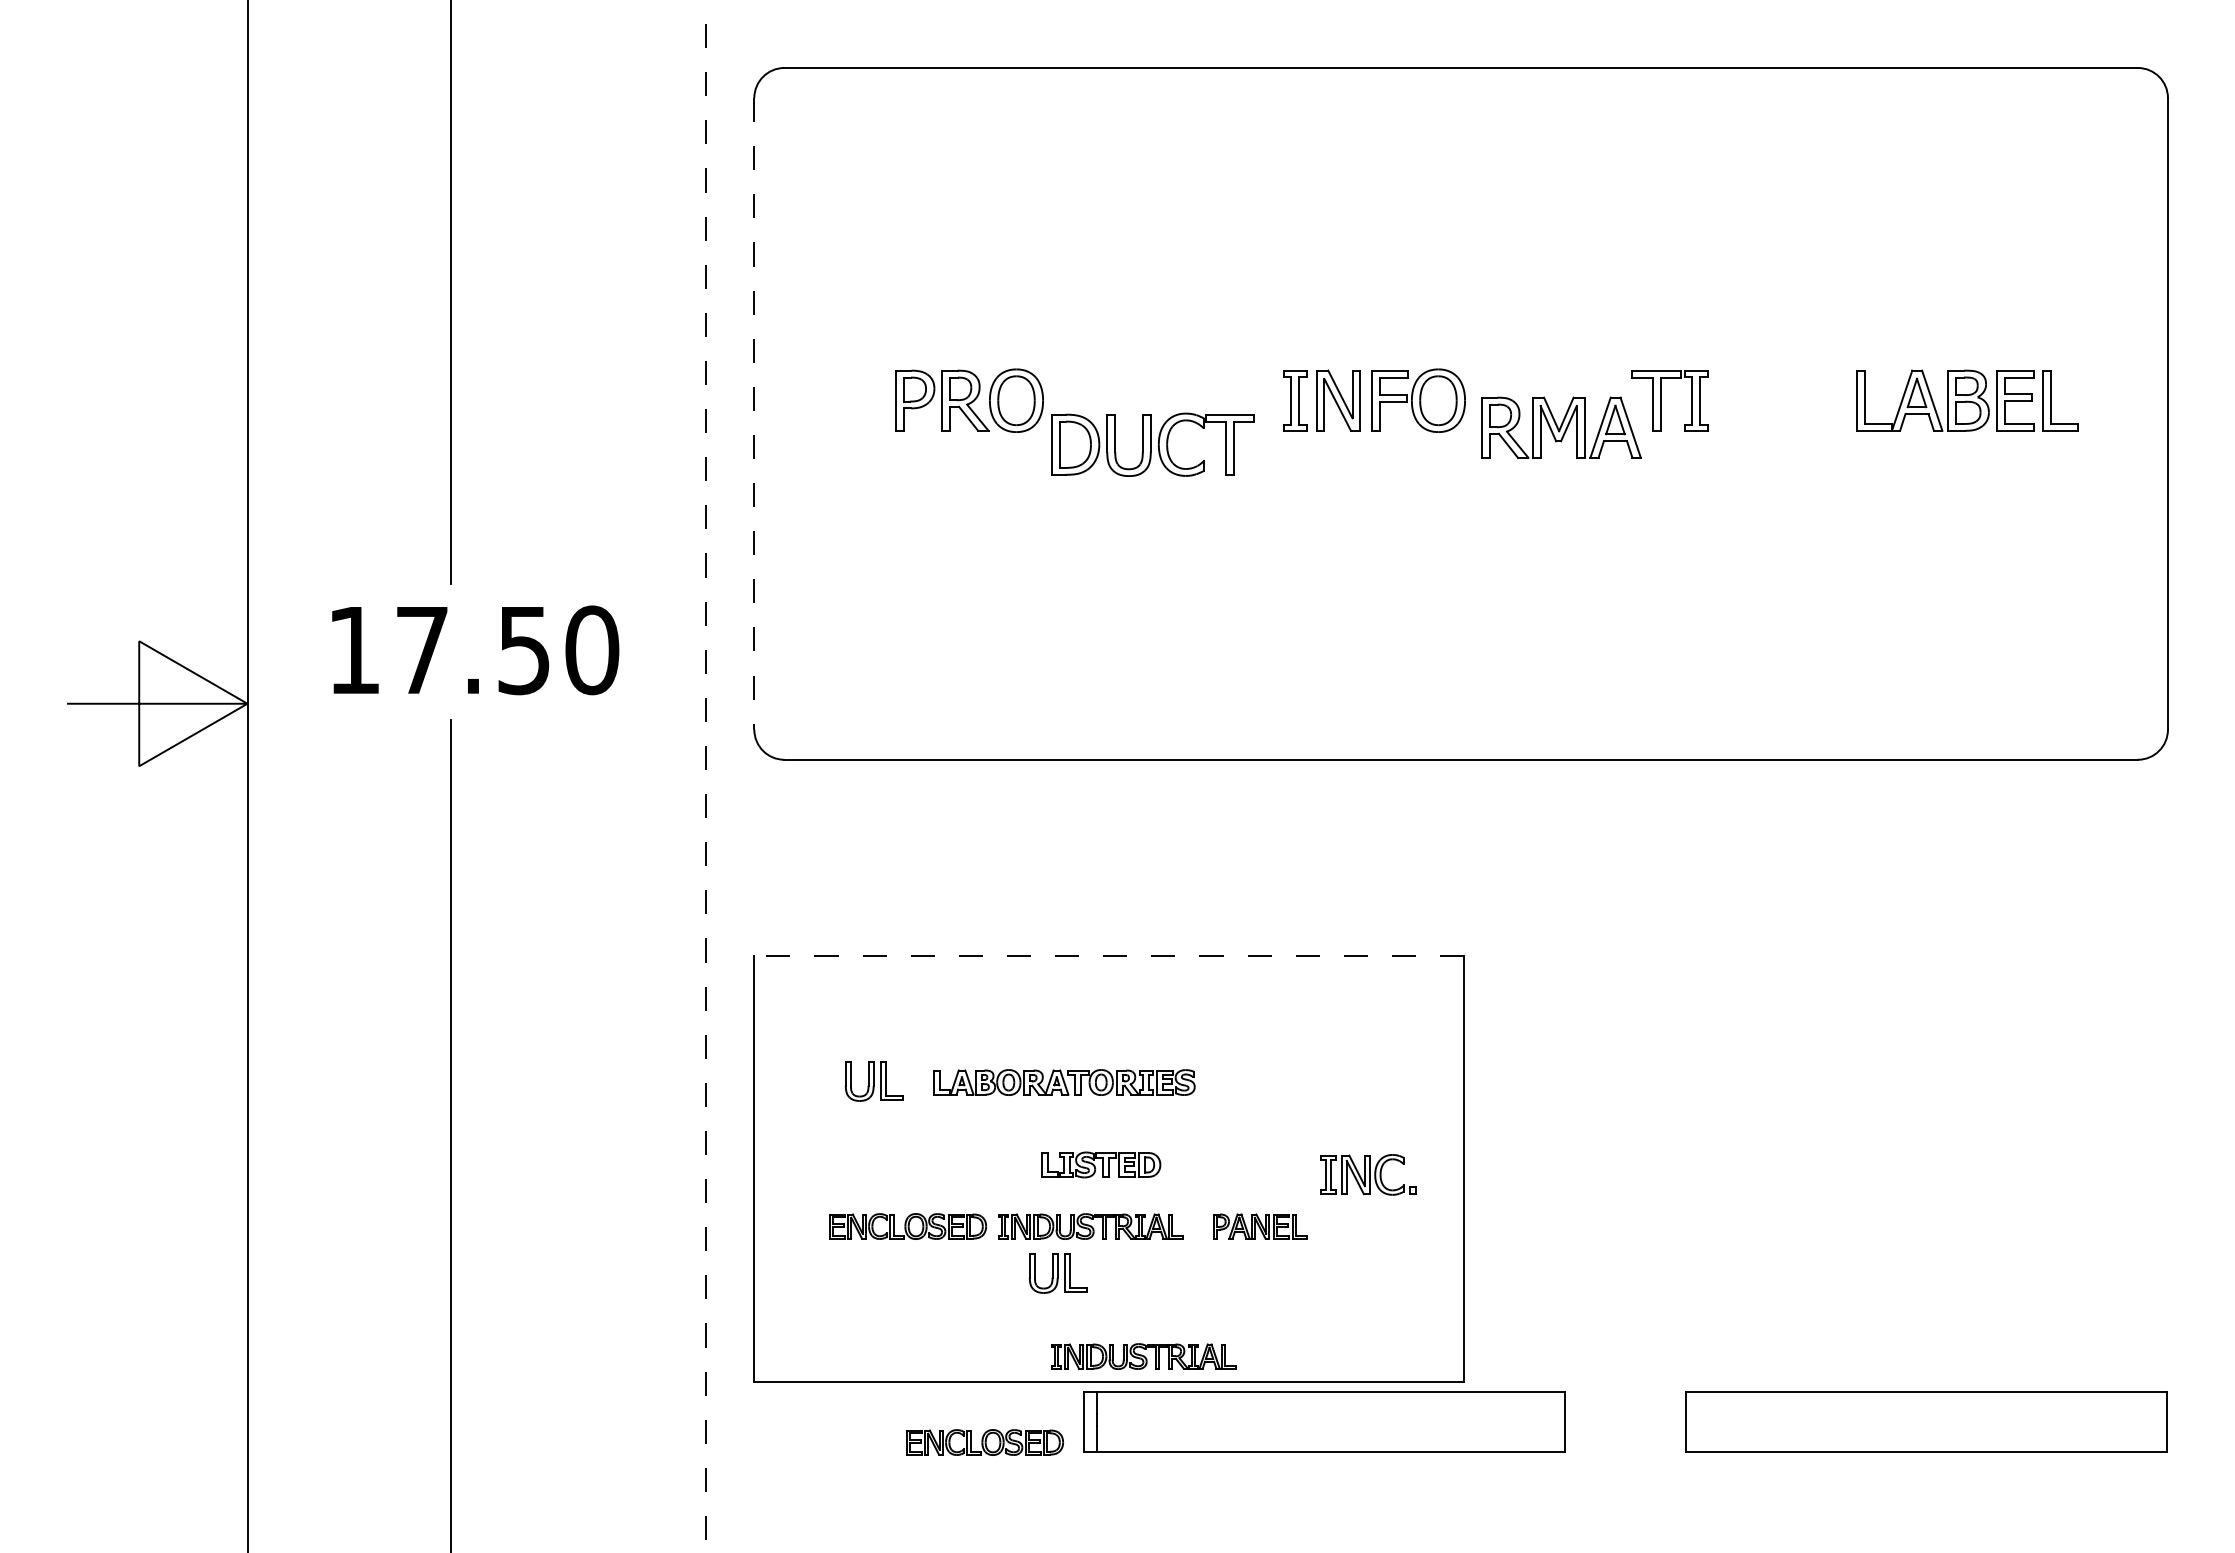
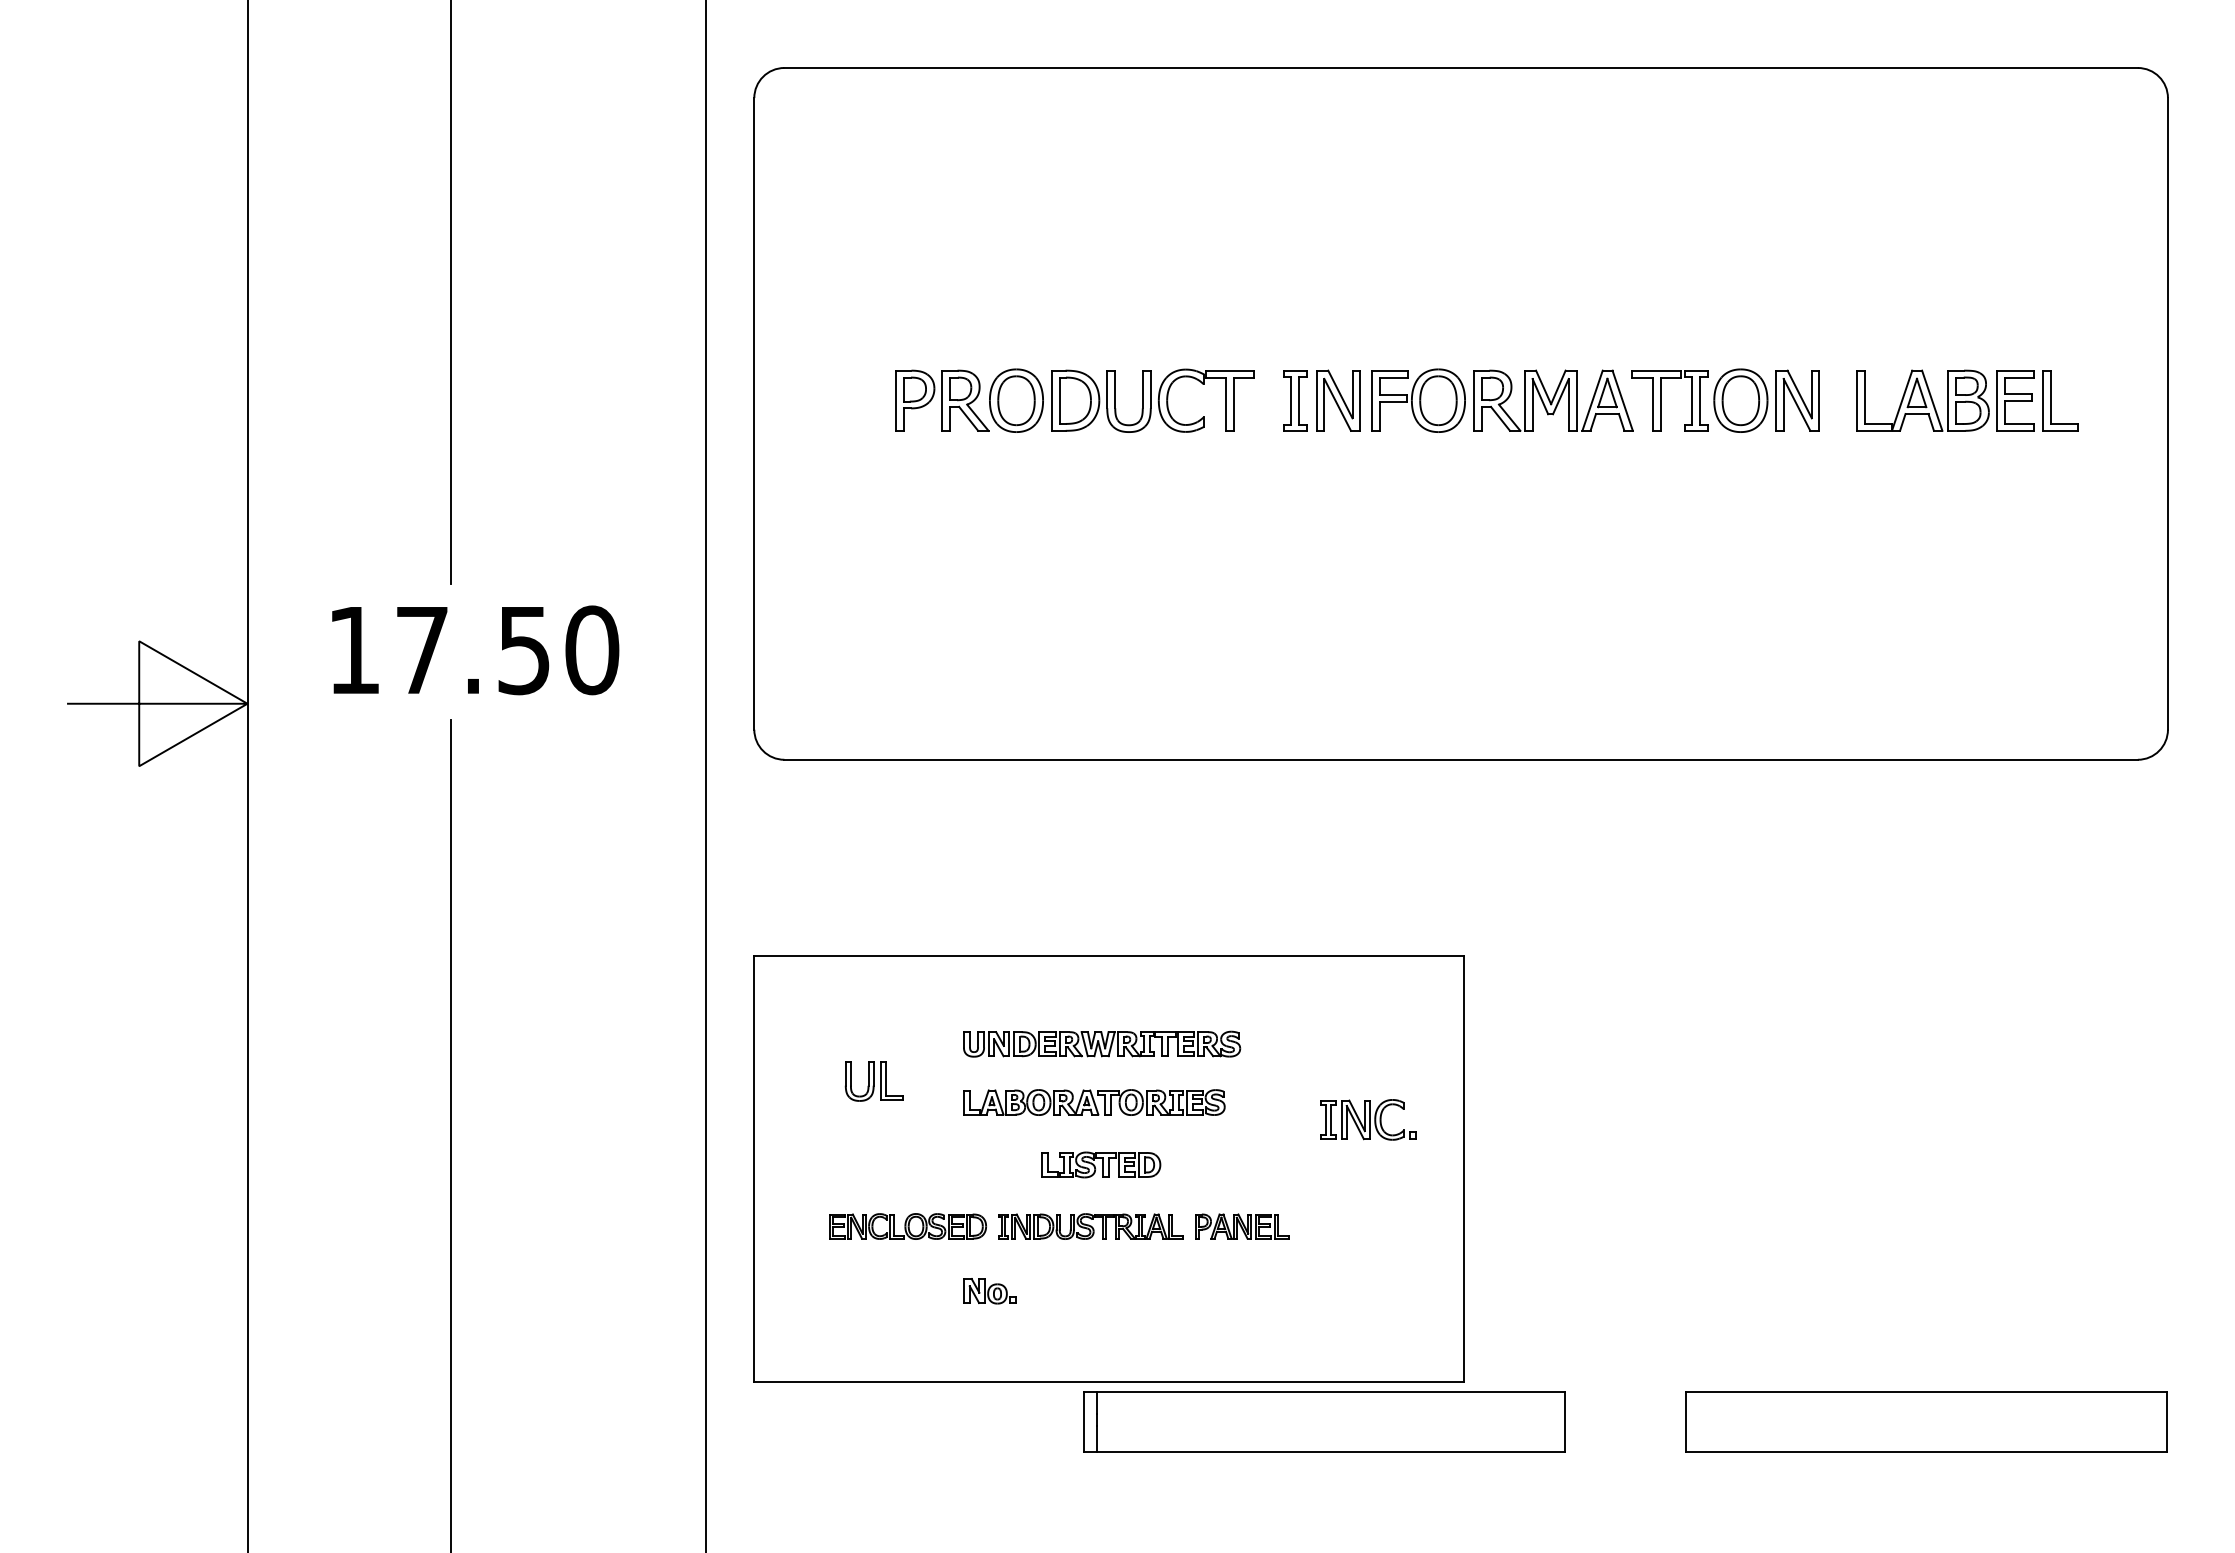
part at (1766, 400): none -> present
line at (754, 413): dashed -> solid
part at (1561, 427) position: (1561, 427) -> (1553, 400)
part at (1152, 444) position: (1152, 444) -> (1152, 400)
line at (706, 776): dashed -> solid
line at (1109, 956): dashed -> solid
part at (1102, 1043): none -> present
part at (1064, 1082) position: (1064, 1082) -> (1094, 1102)
part at (1368, 1174) position: (1368, 1174) -> (1368, 1119)
part at (1260, 1226) position: (1260, 1226) -> (1242, 1226)
part at (1057, 1273): present -> none
part at (989, 1291): none -> present
part at (1143, 1356): present -> none
part at (984, 1442): present -> none
